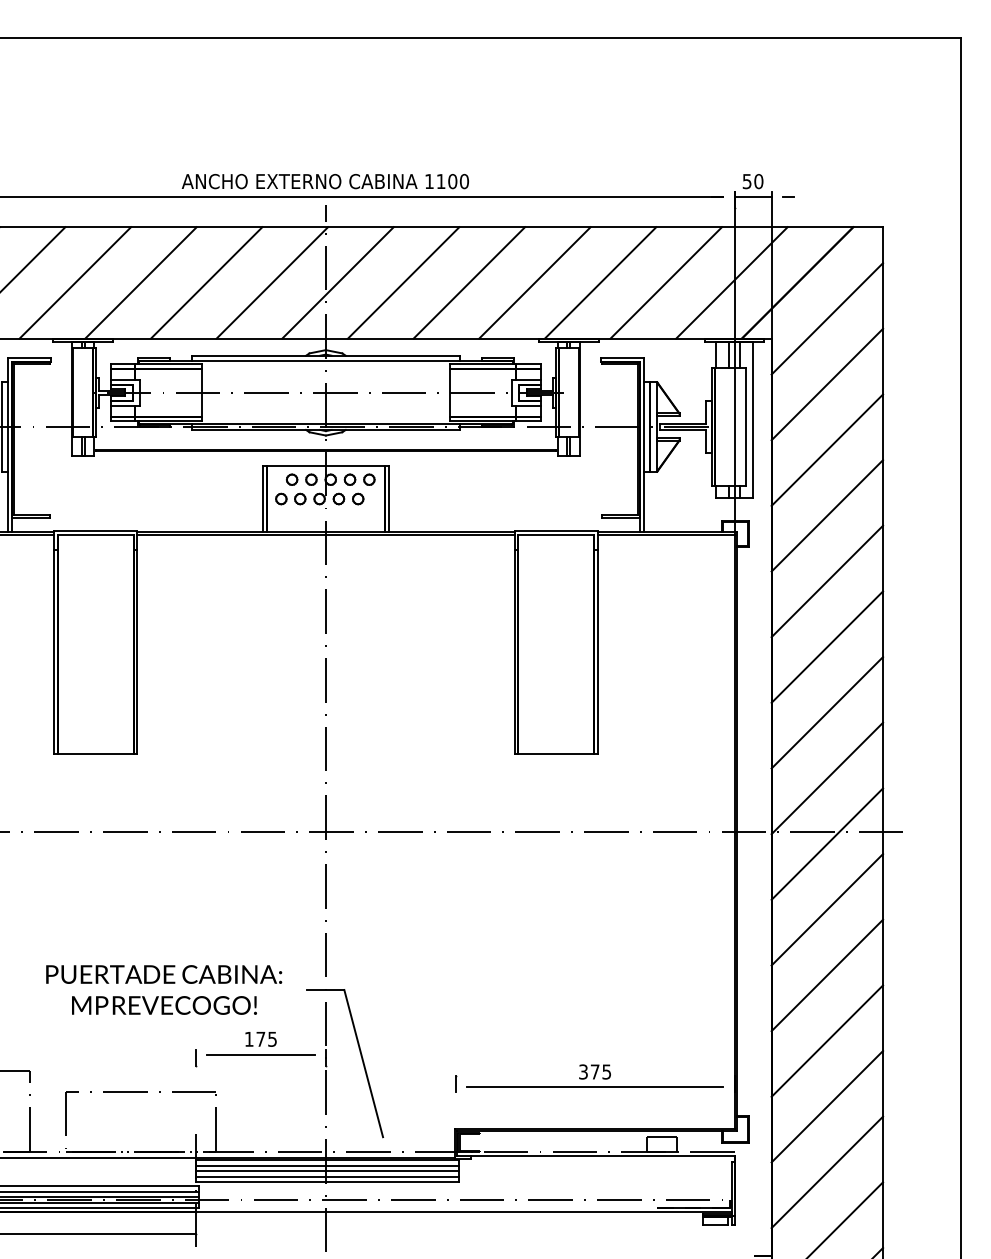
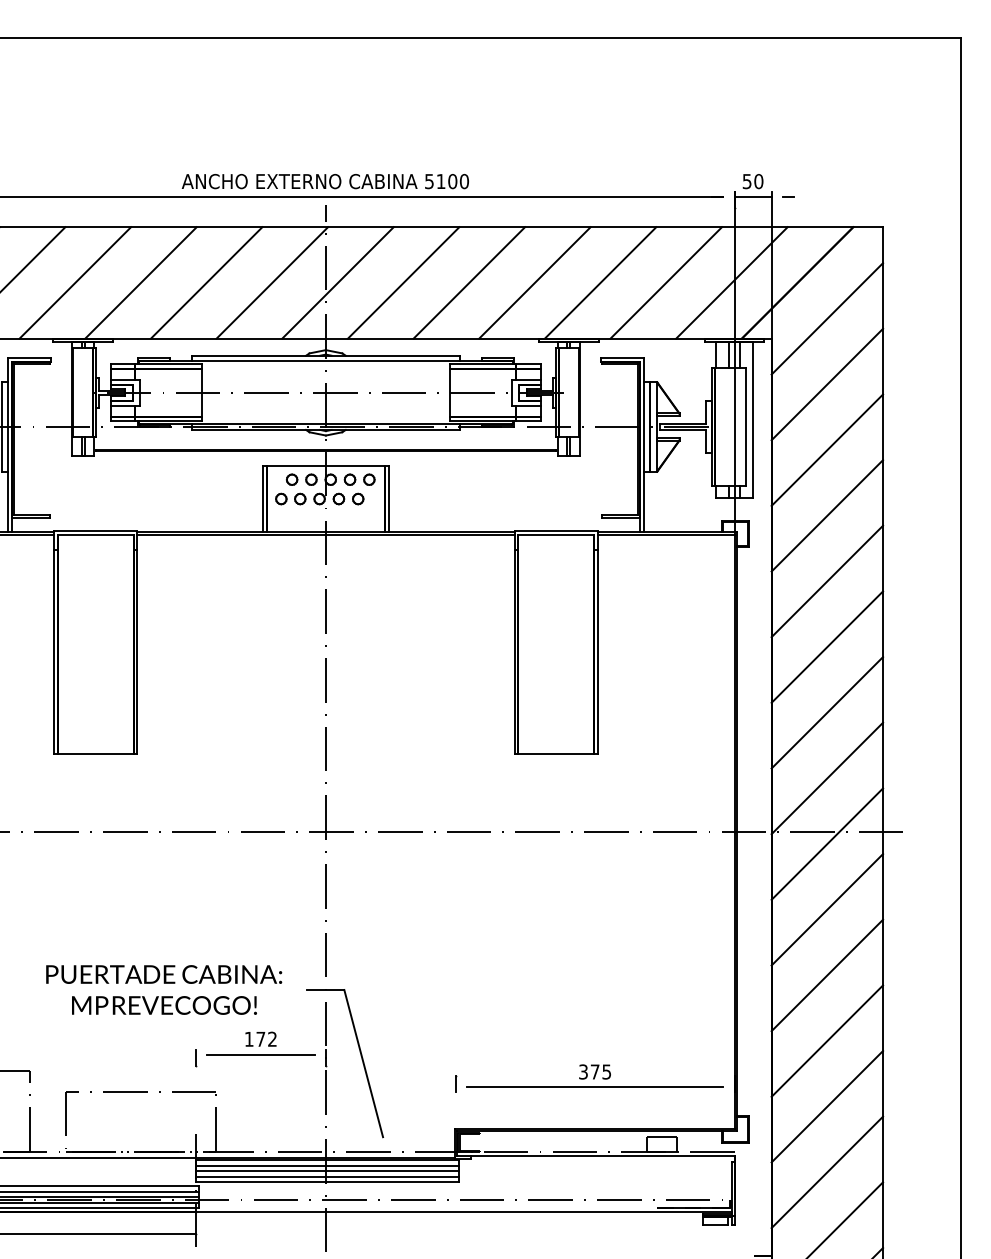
text at (429, 181): 1100 -> 5100
text at (272, 1038): 175 -> 172
